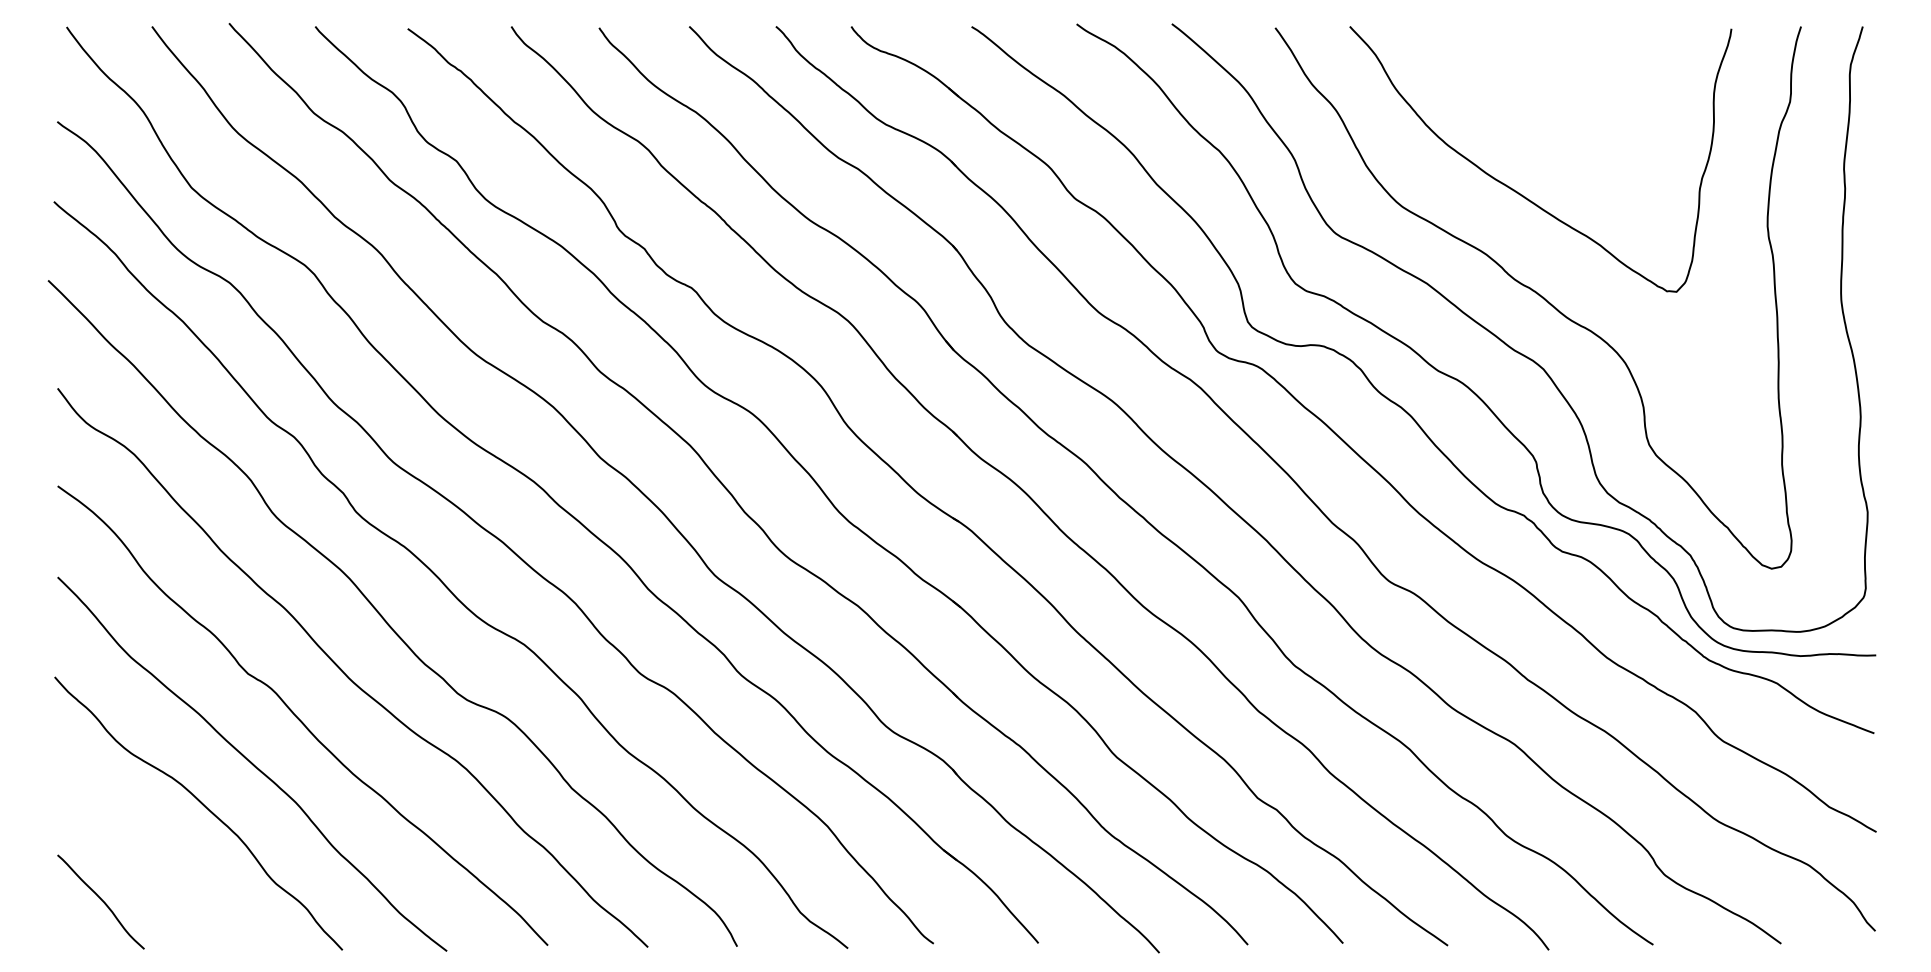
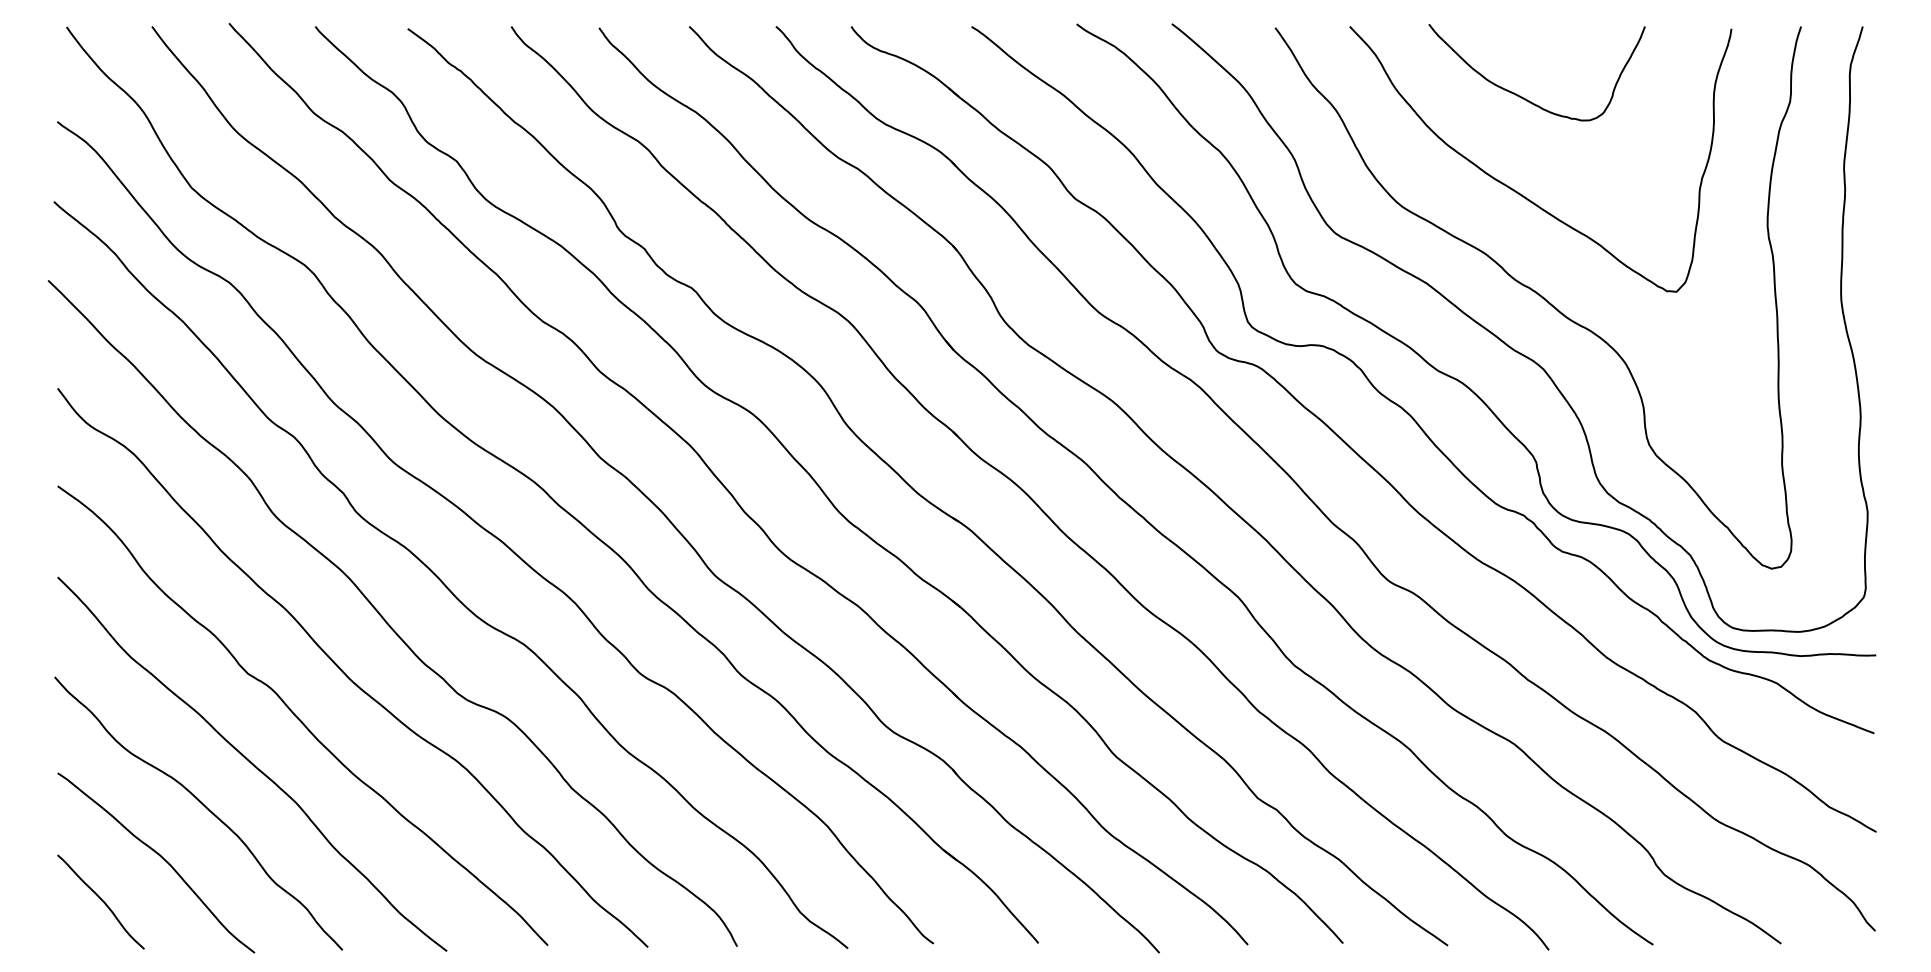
curve at (1524, 97): none -> present
curve at (160, 857): none -> present
